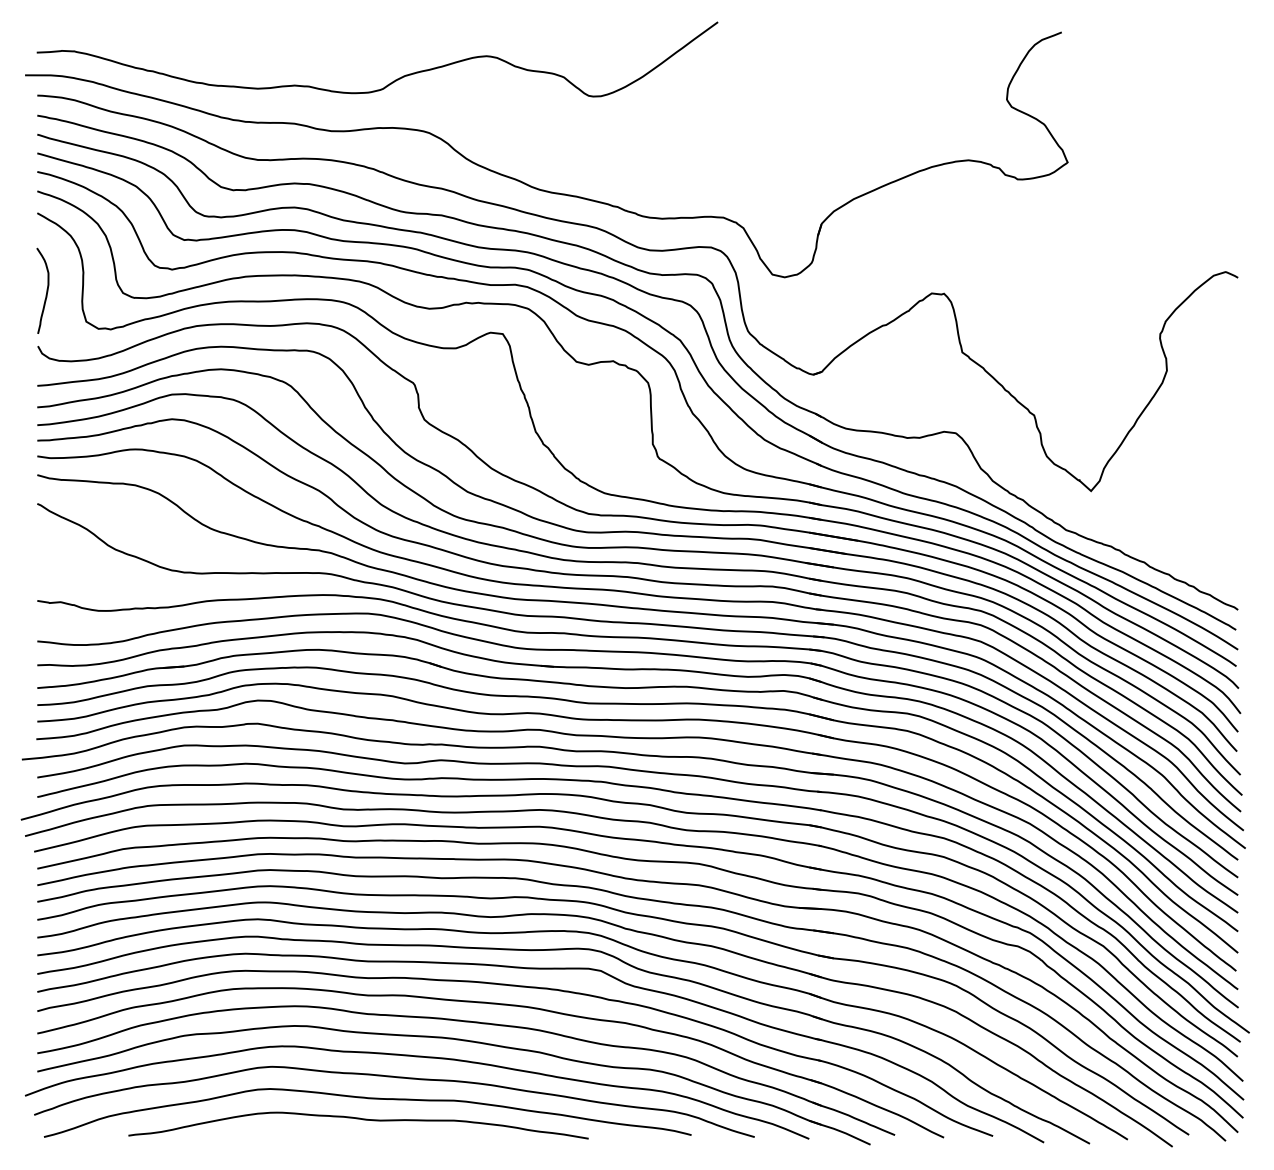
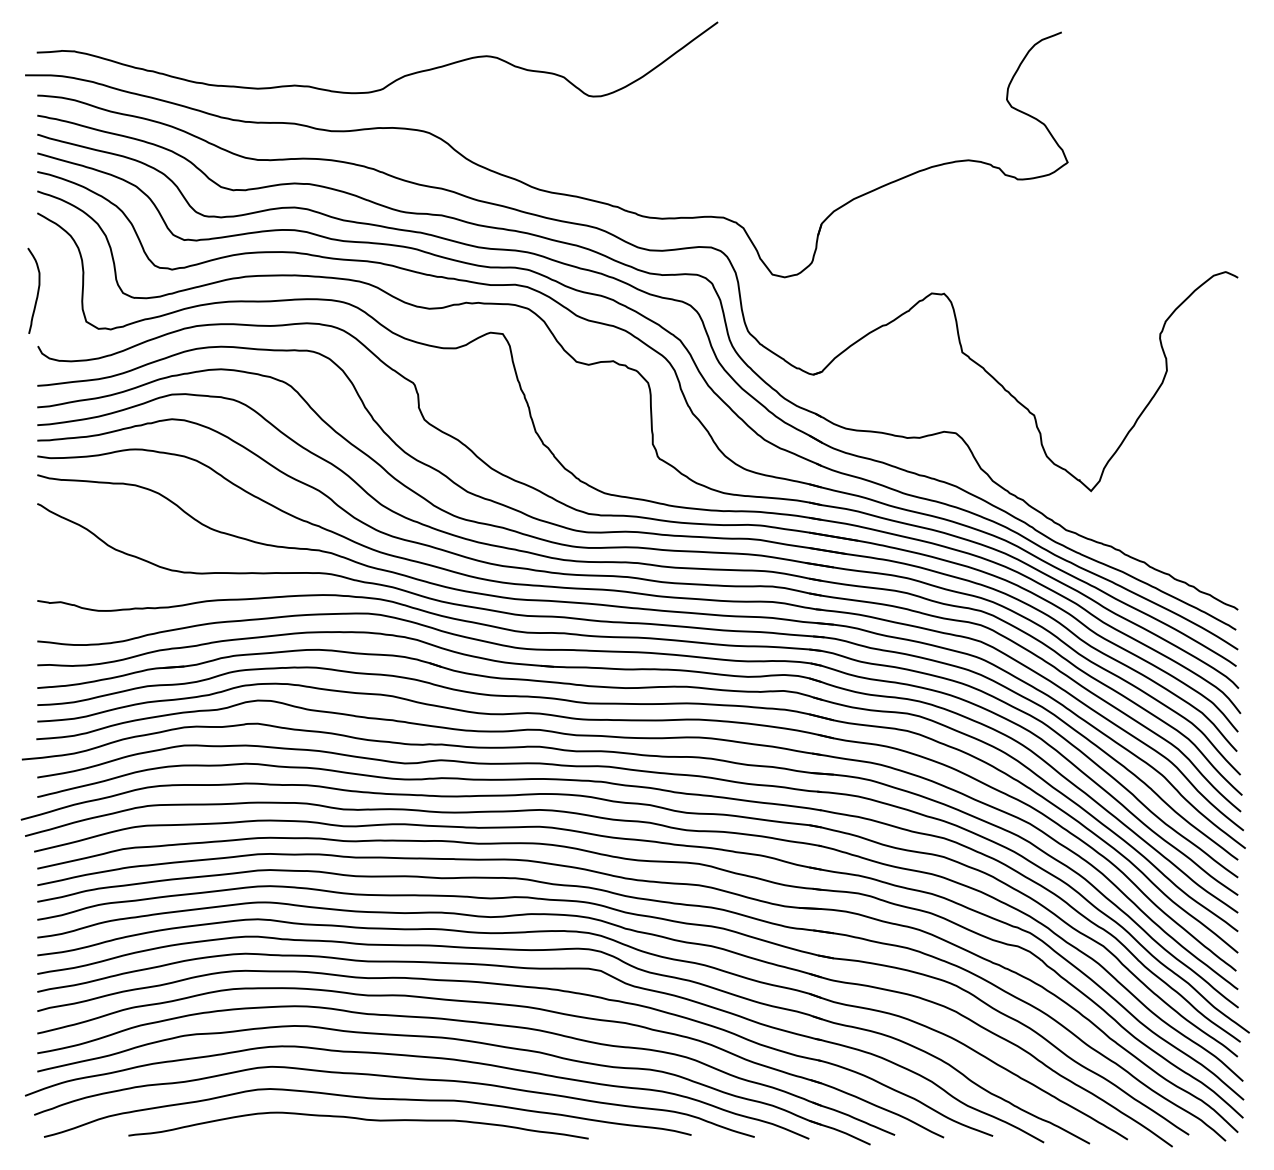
curve at (46, 290) position: (46, 290) -> (37, 290)
